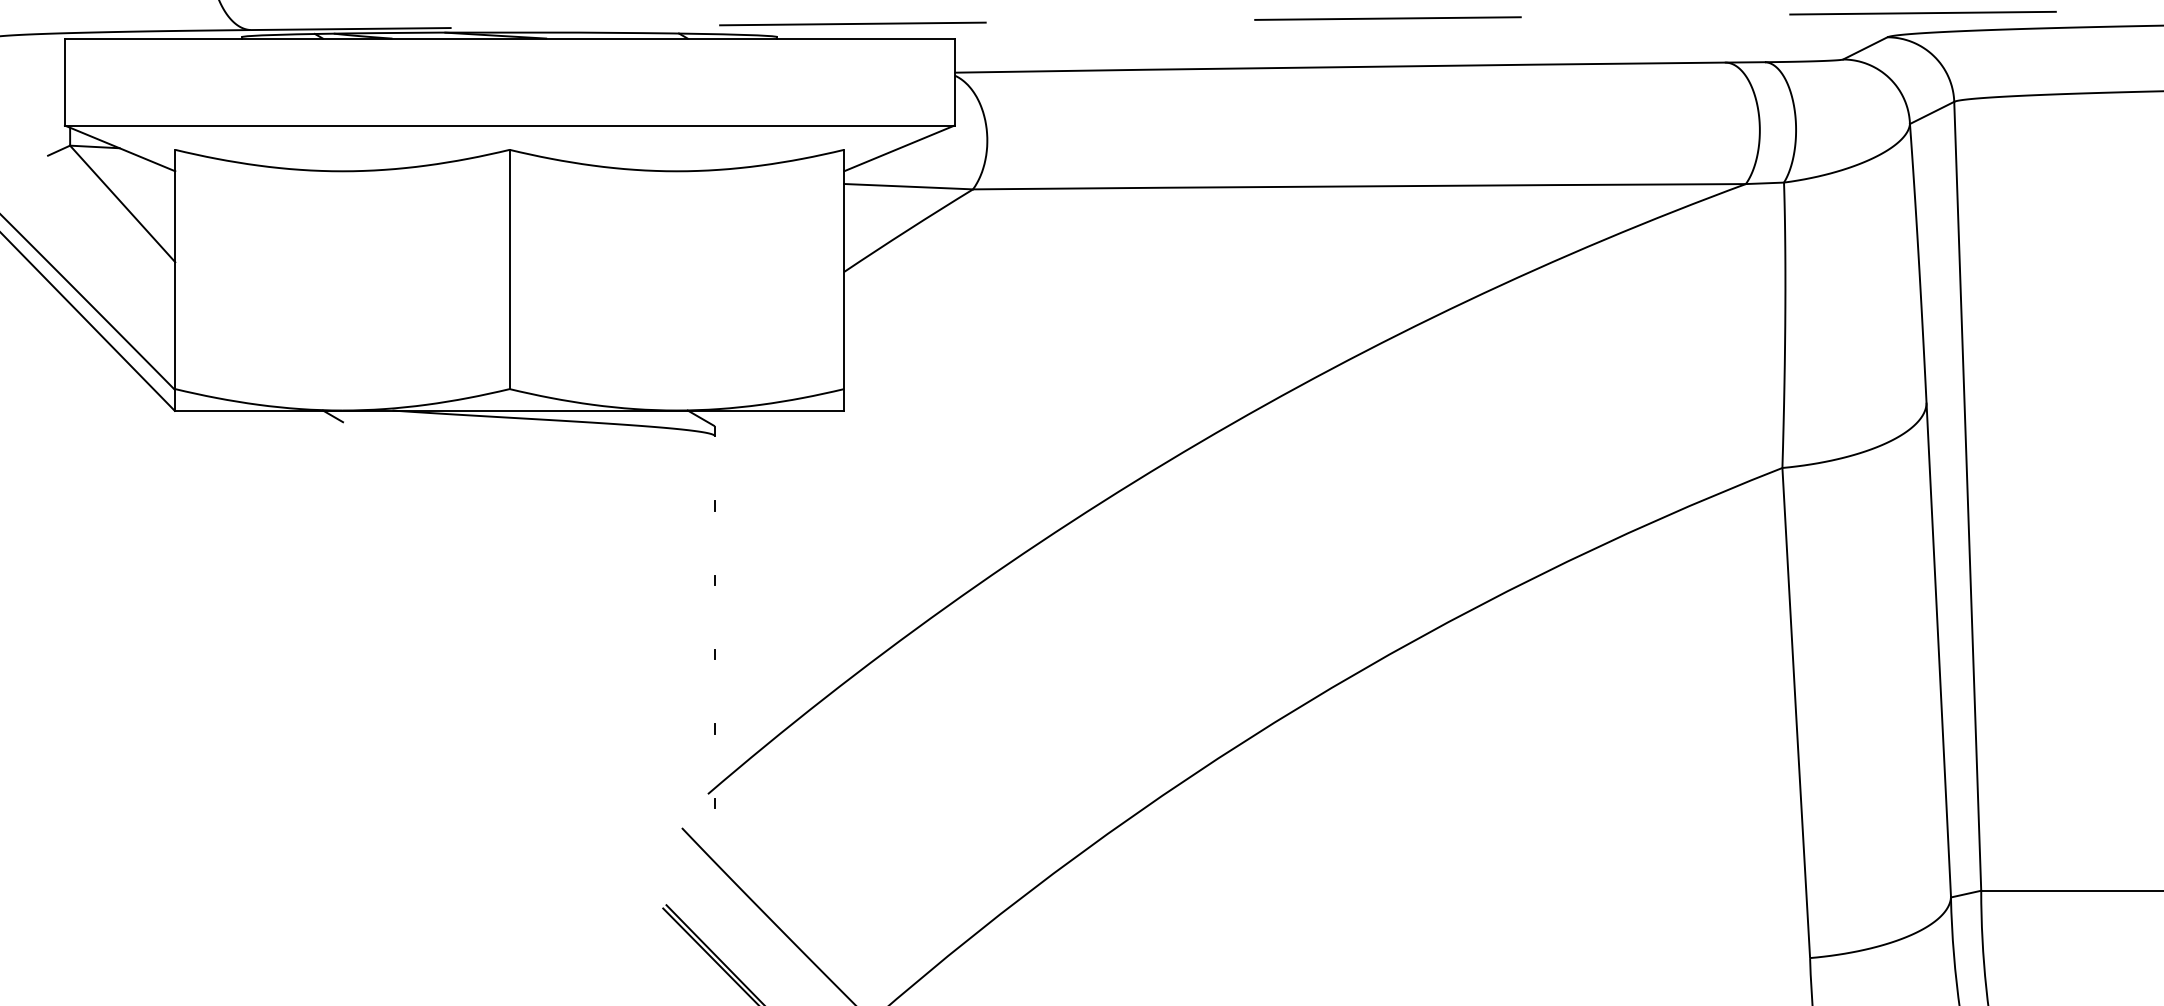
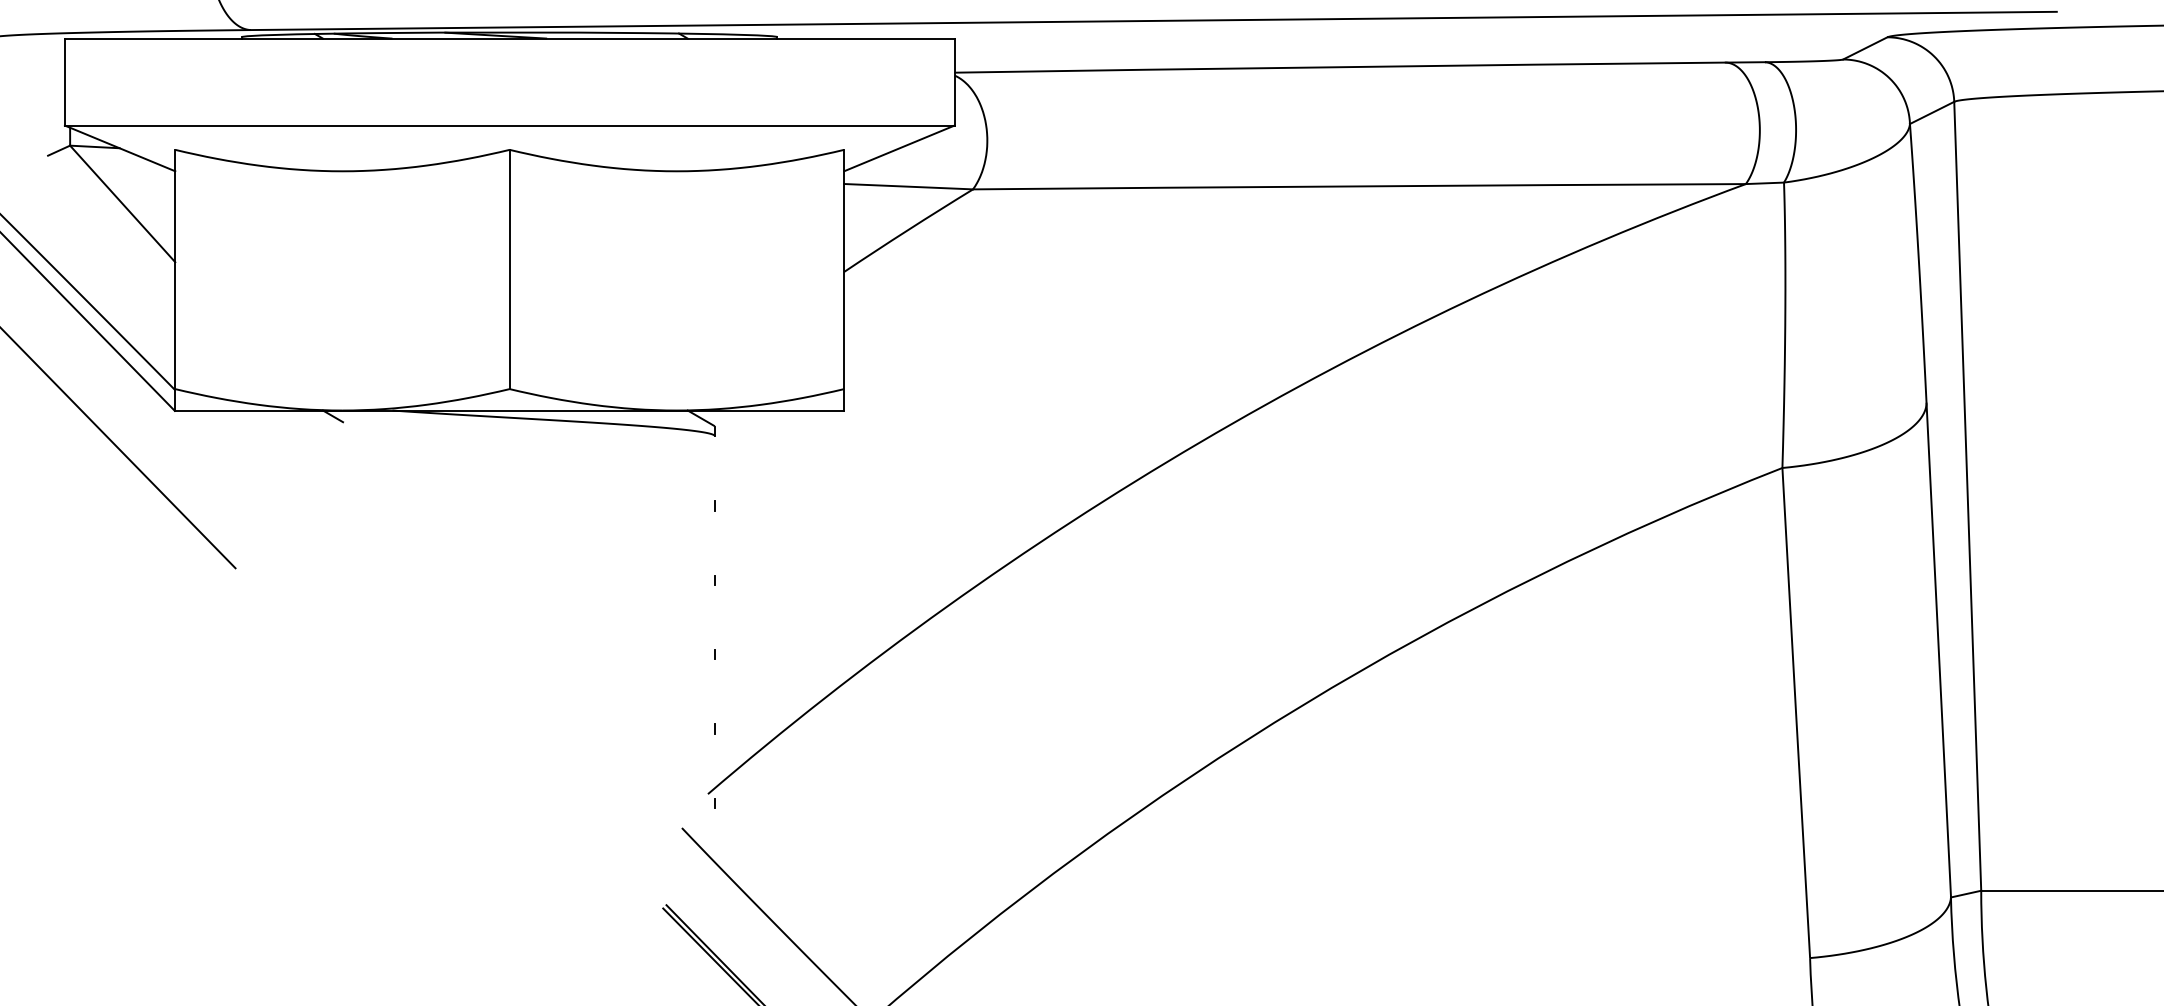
line at (1153, 20): dashed -> solid
line at (118, 448): none -> present
